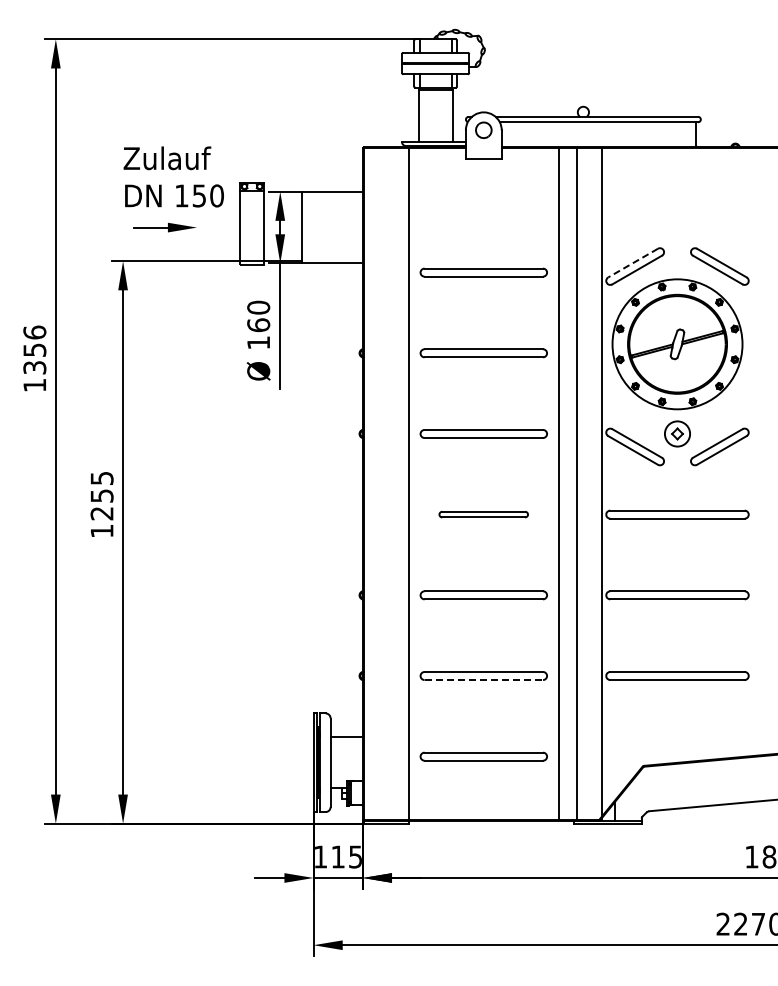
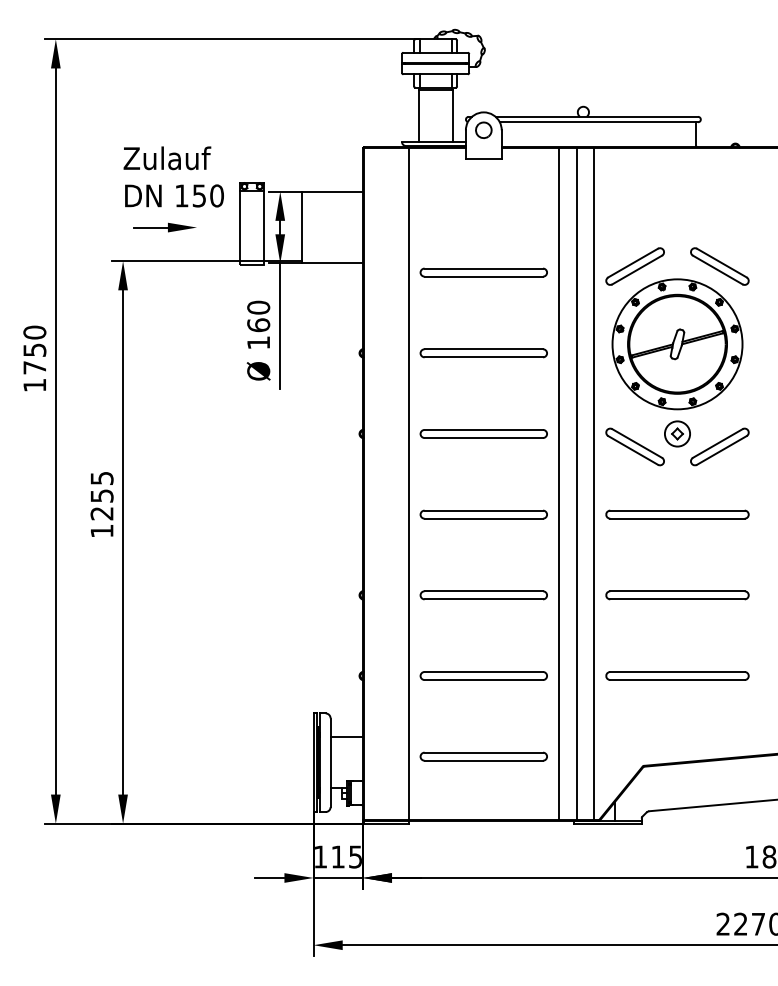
line at (633, 263): dashed -> solid
text at (34, 349): 1356 -> 1750
line at (602, 483) position: (602, 483) -> (594, 483)
part at (483, 514) size: 91x8 px -> 129x11 px
line at (484, 680): dashed -> solid
